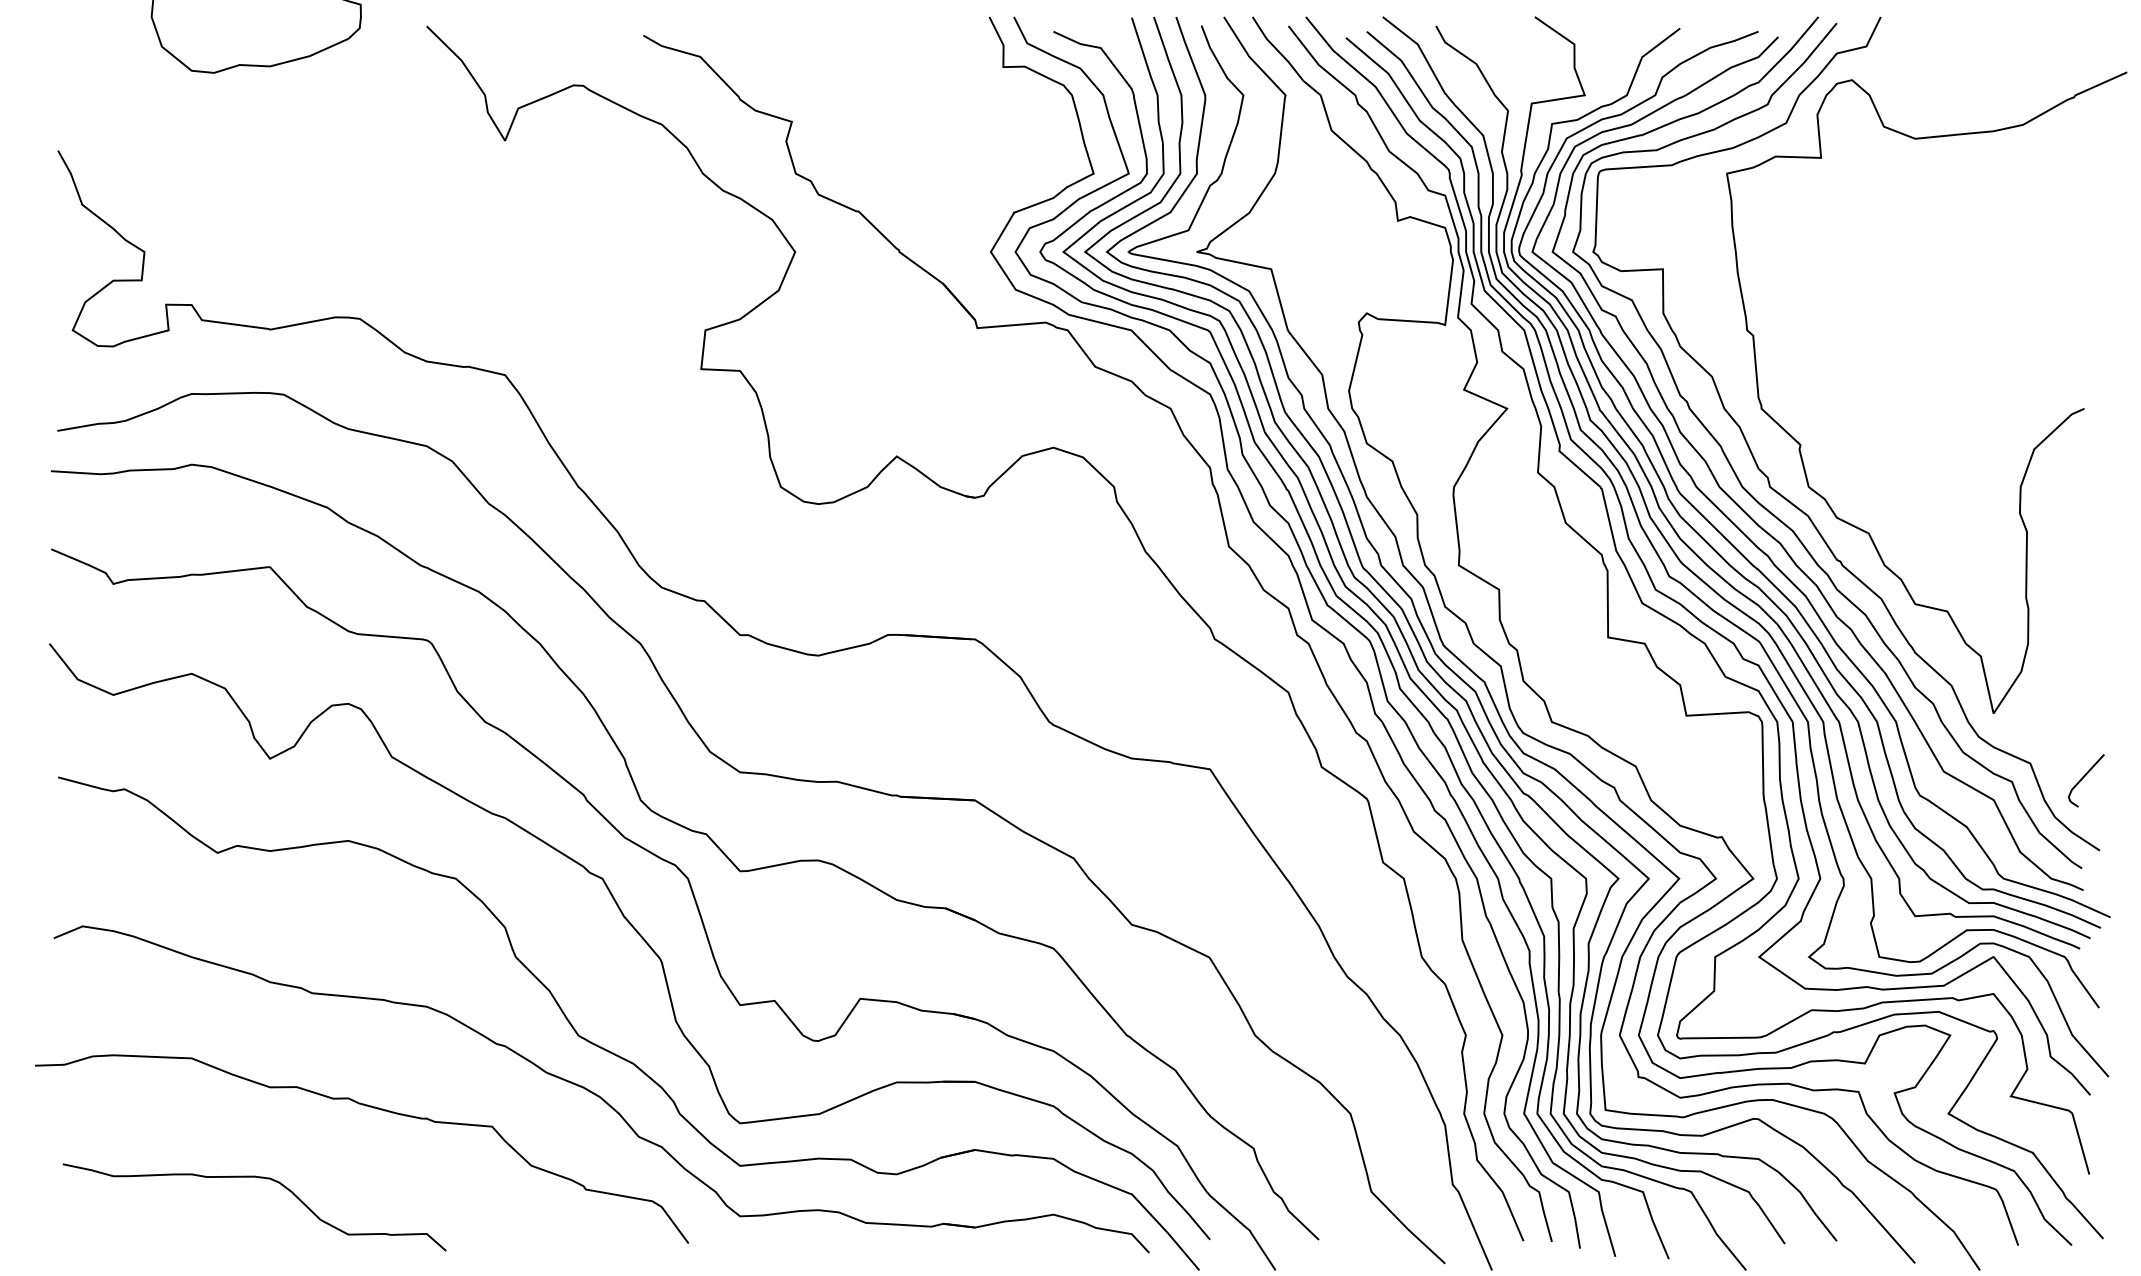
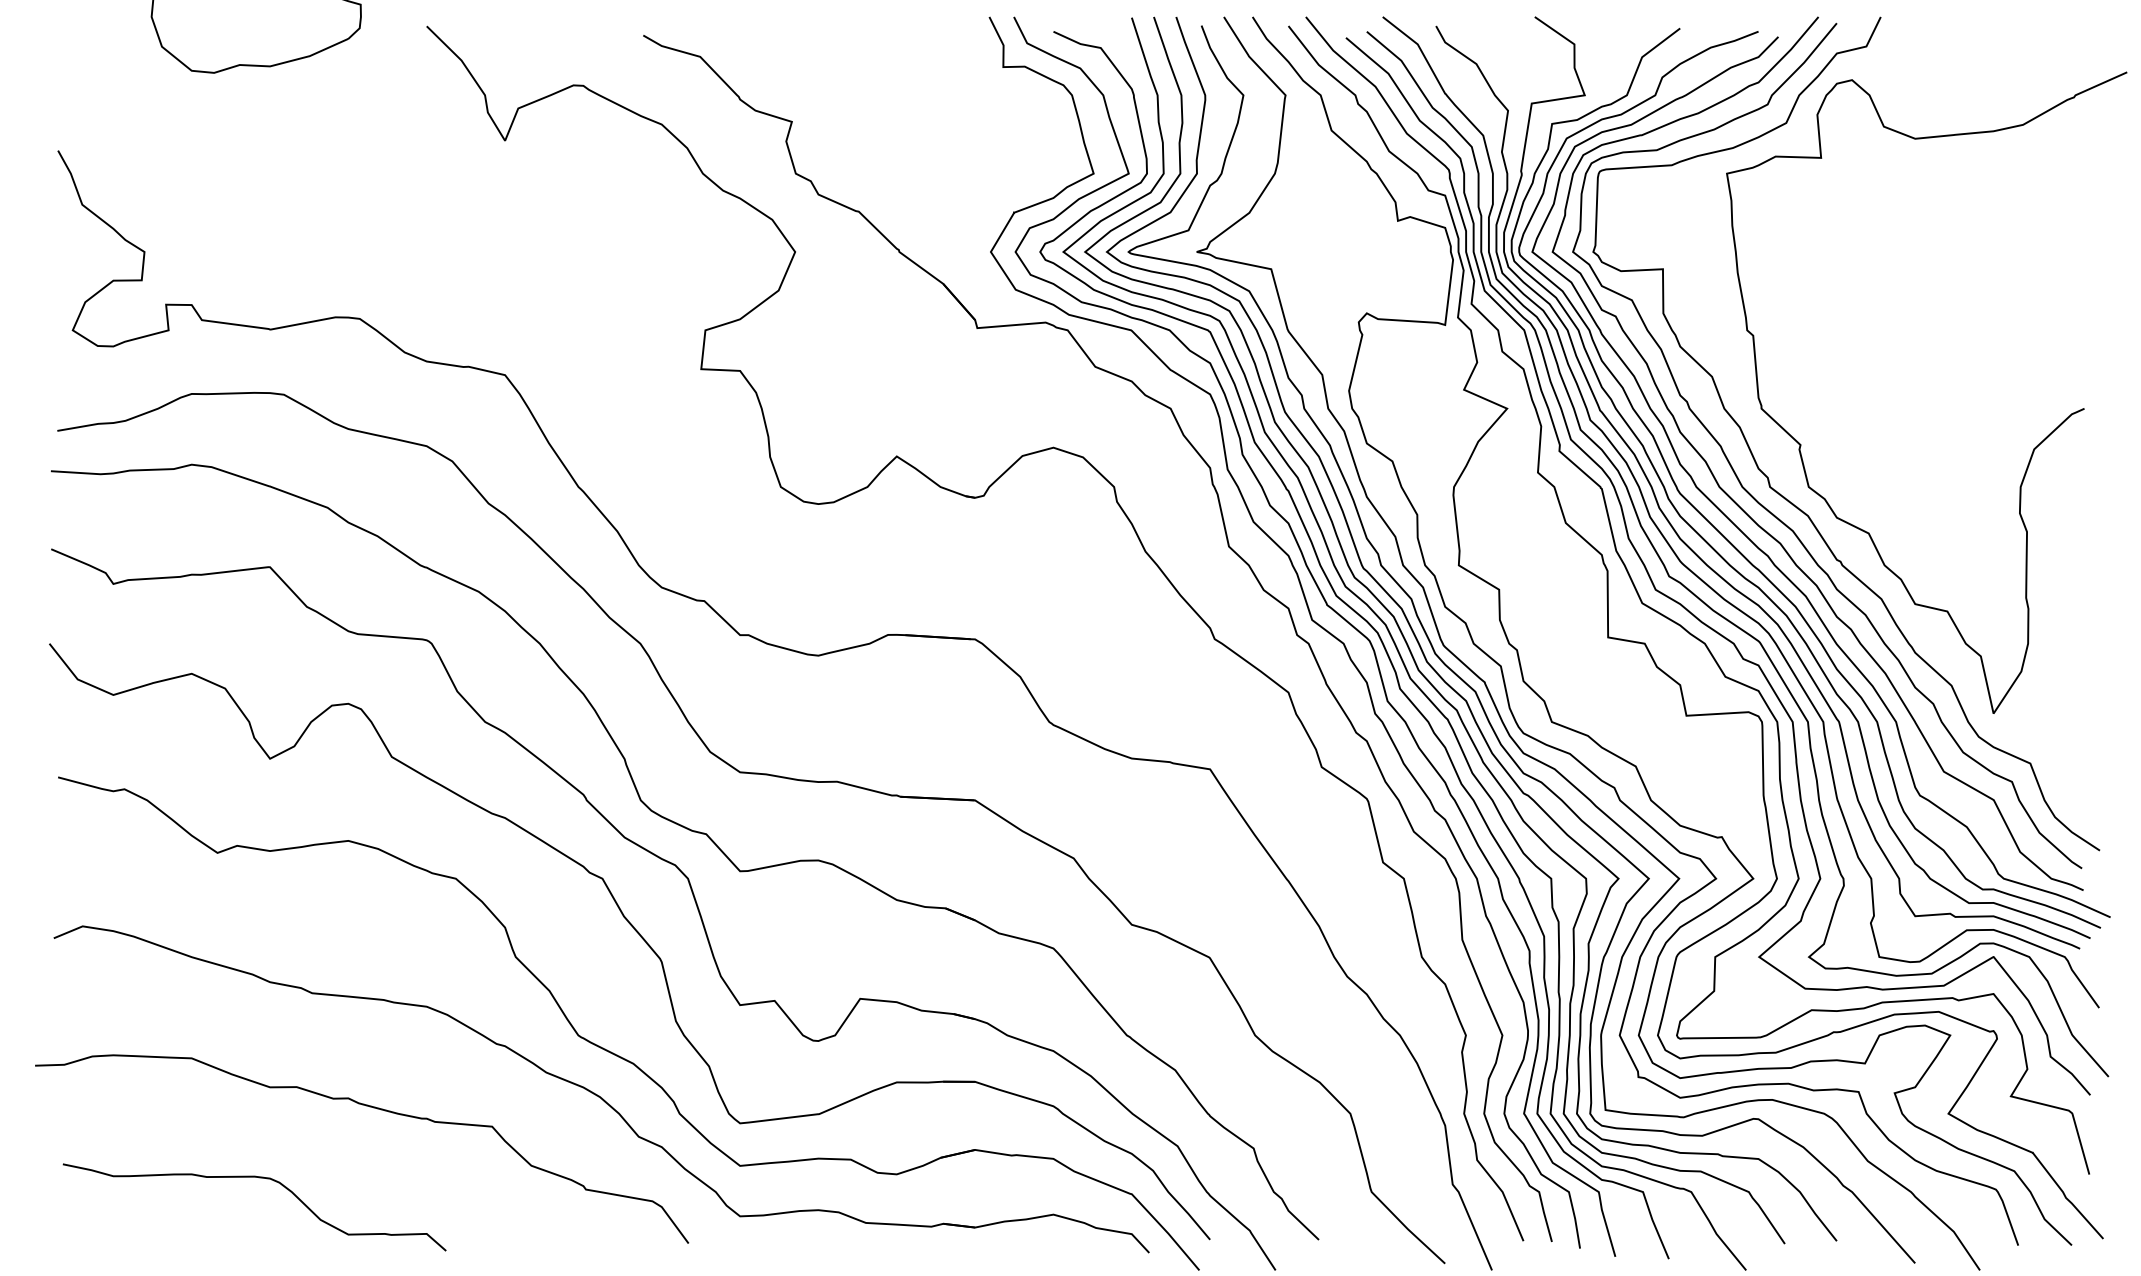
curve at (2083, 778): present -> none
